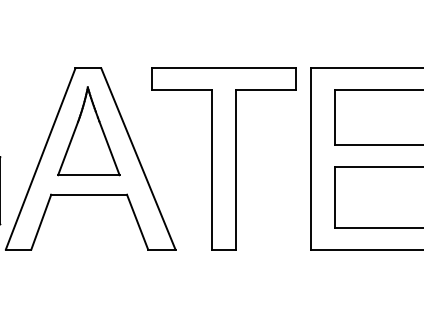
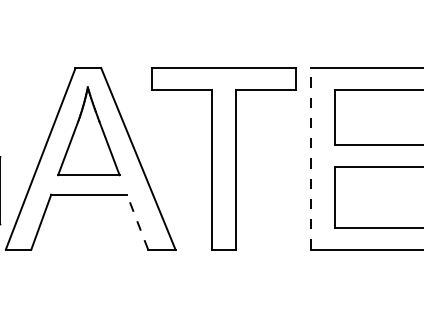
line at (311, 158): solid -> dashed
line at (137, 221): solid -> dashed
